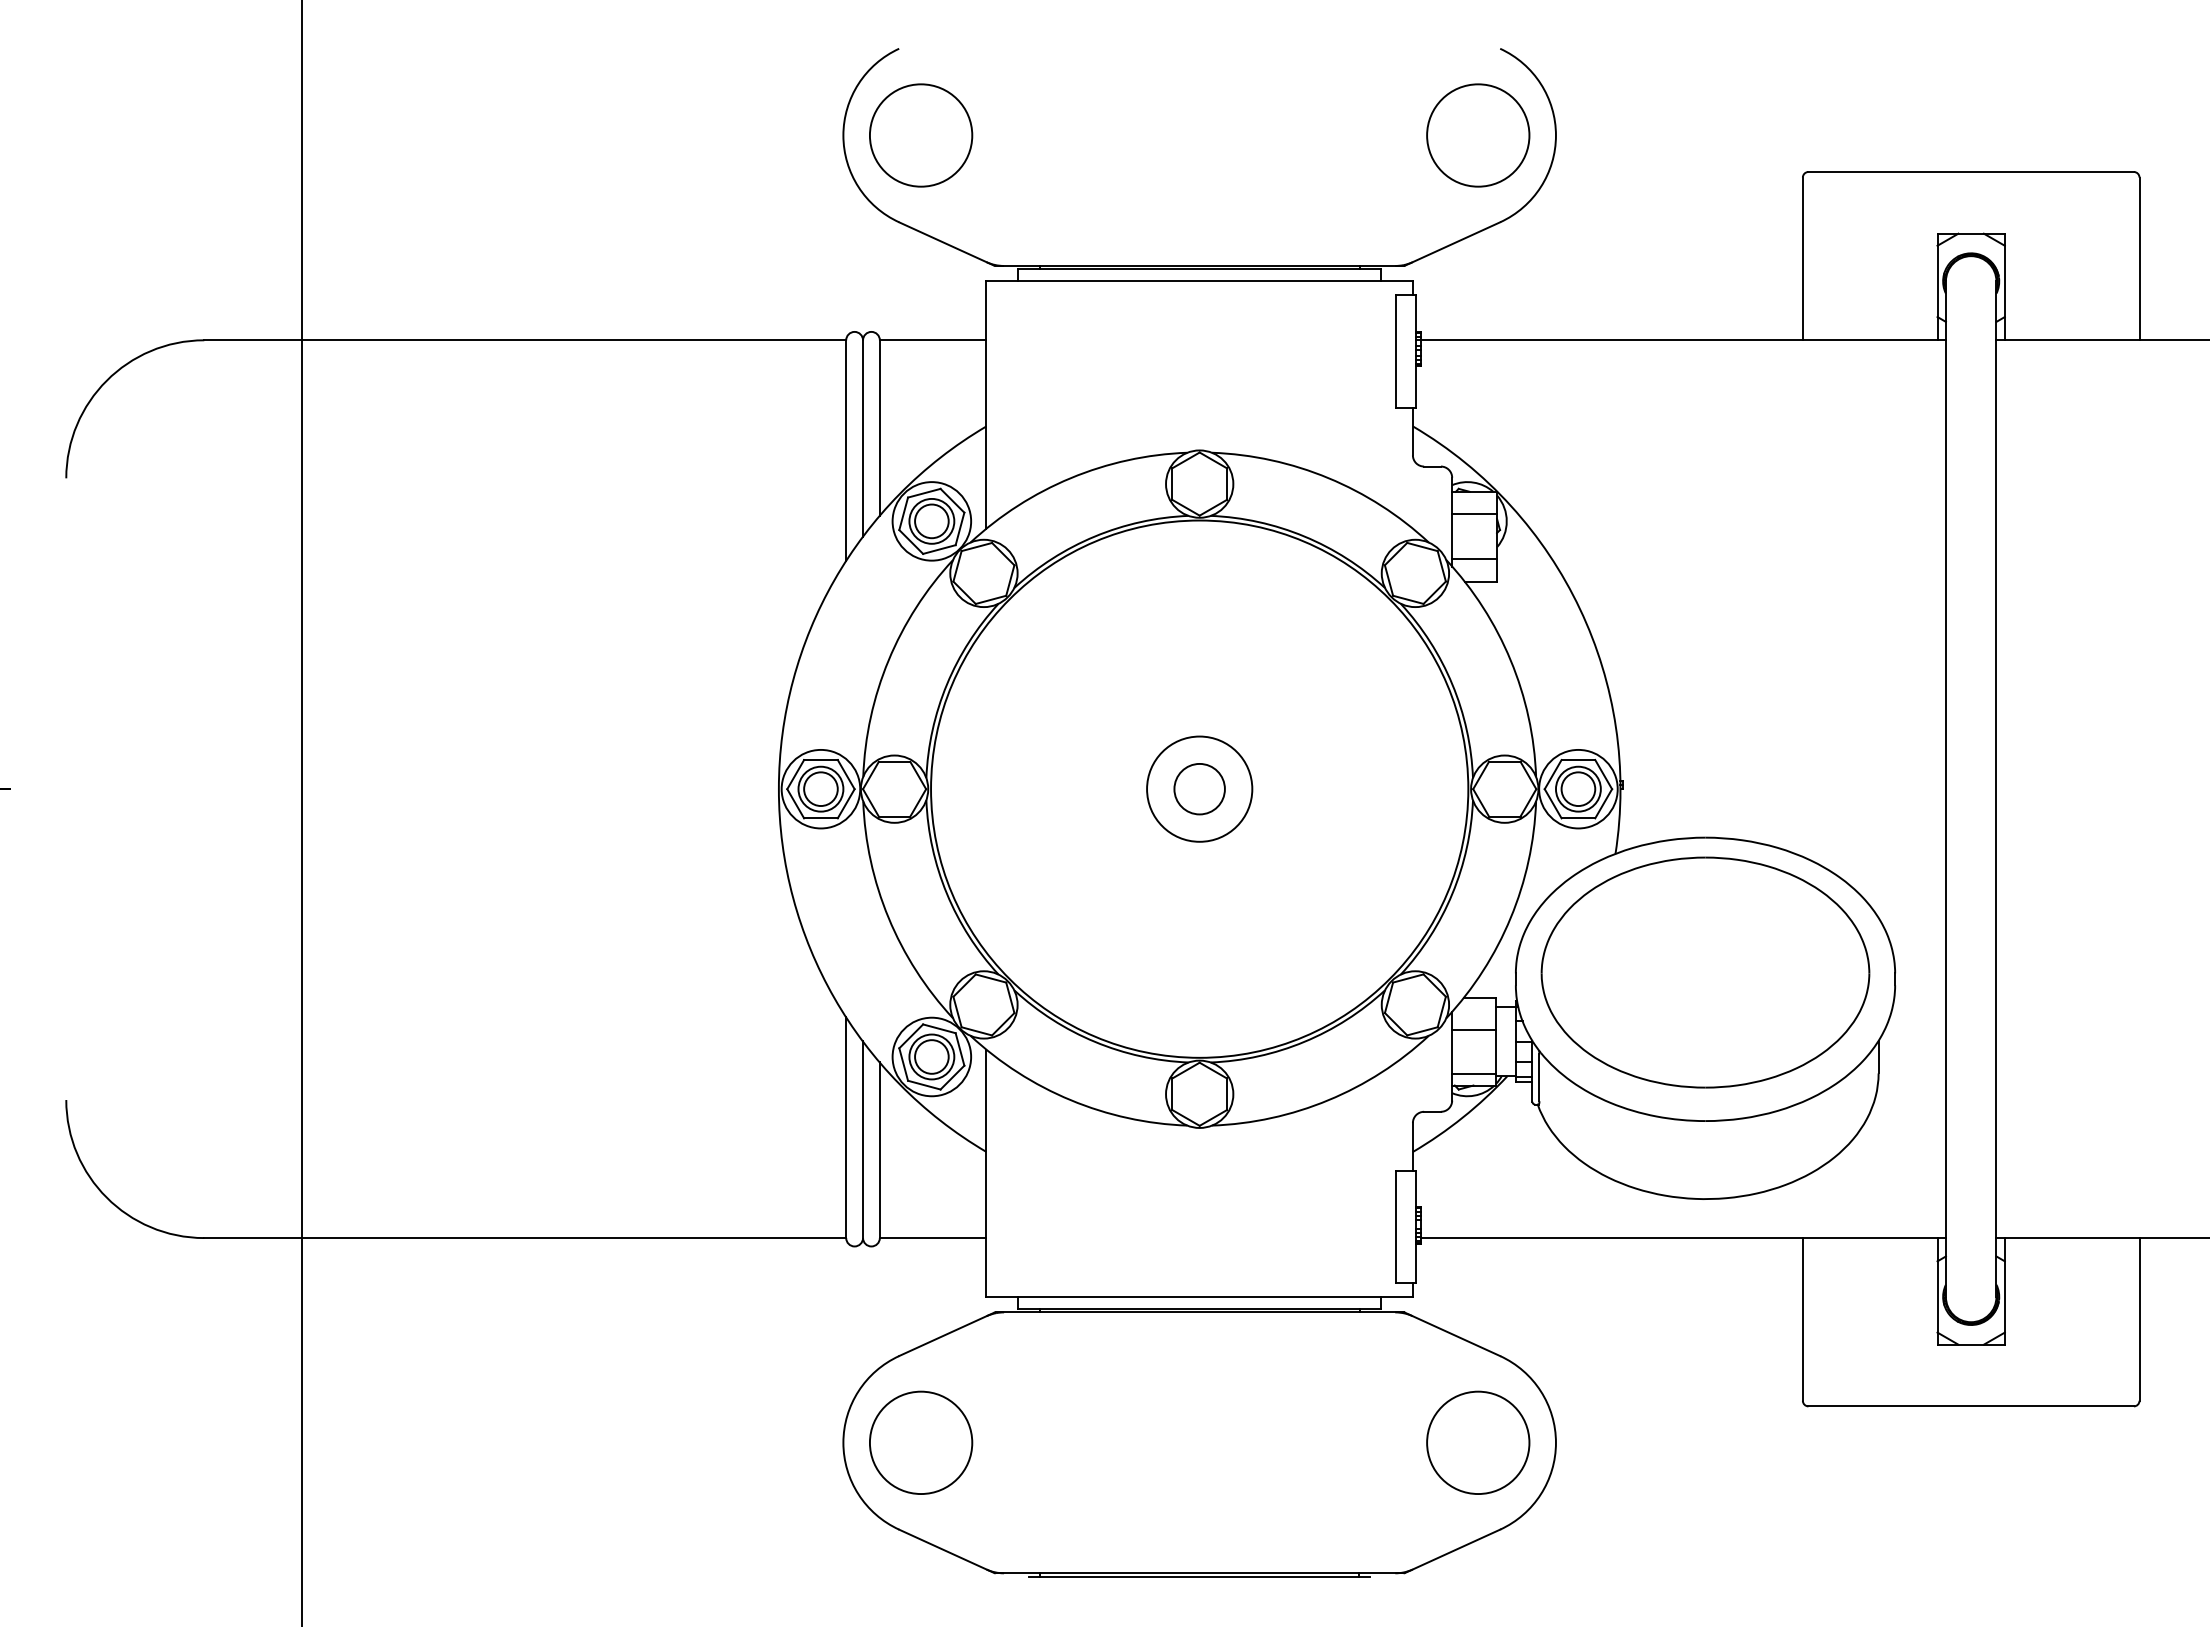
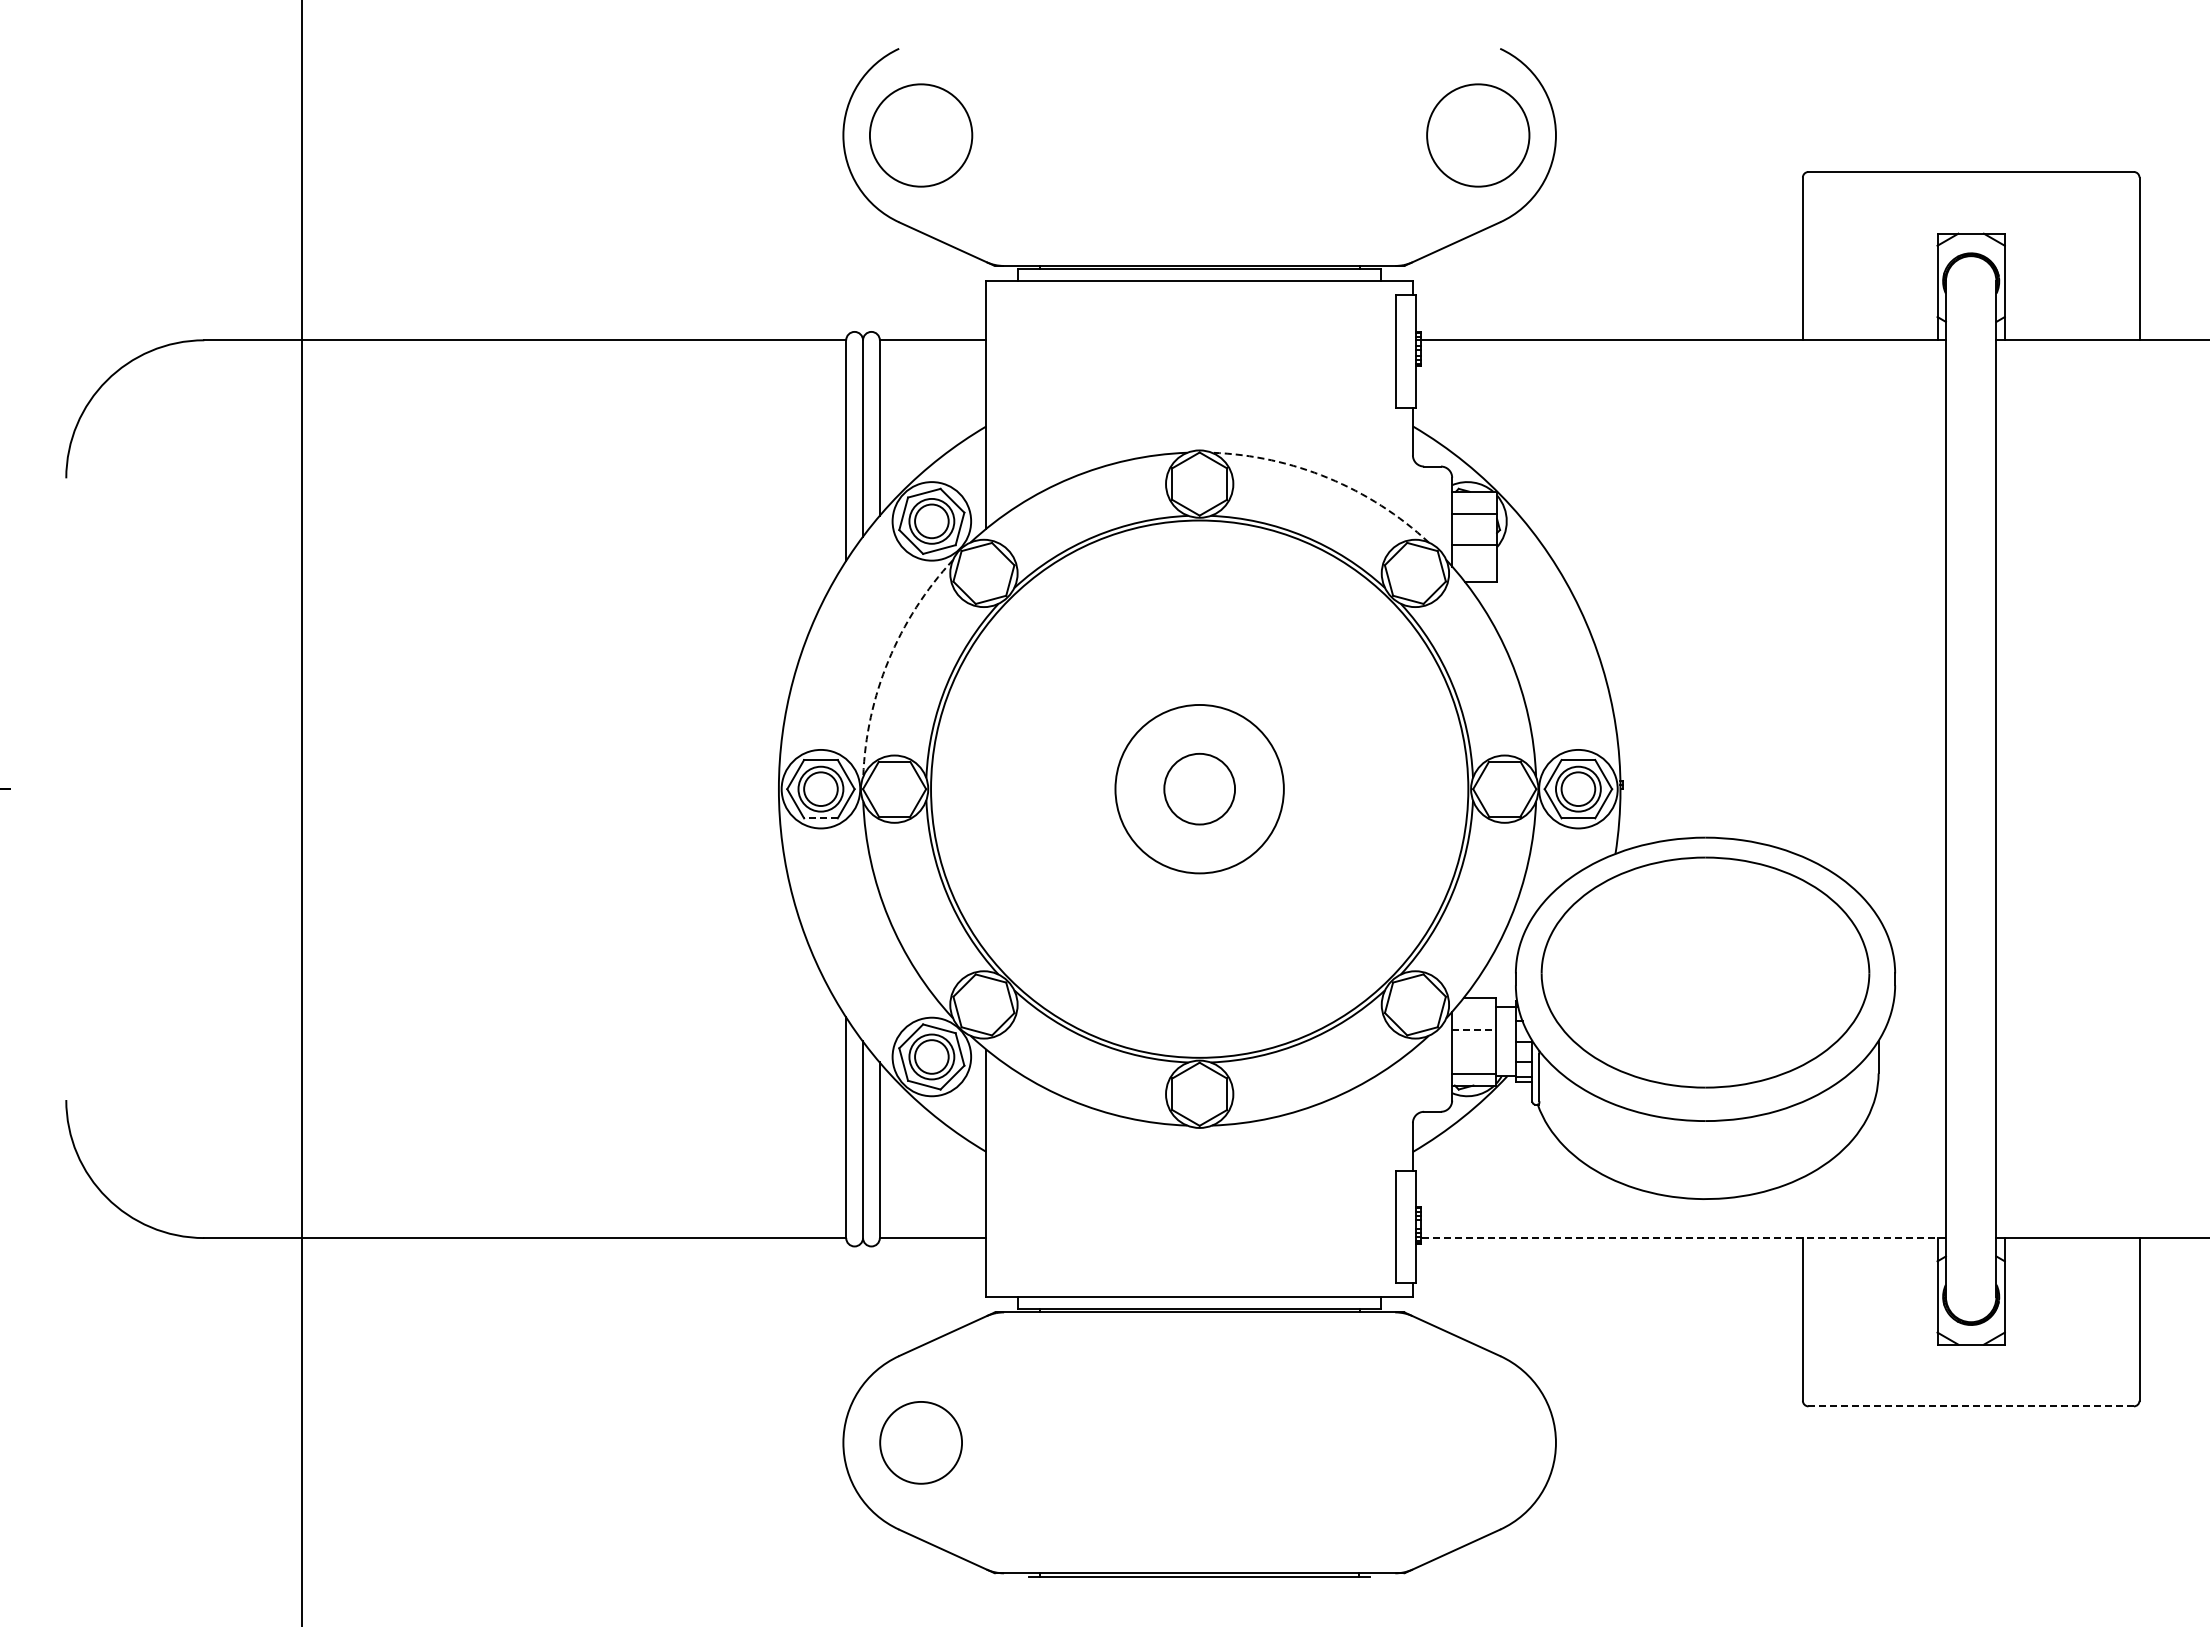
arc at (1328, 478): solid -> dashed
line at (1474, 559) position: (1474, 559) -> (1474, 545)
arc at (888, 660): solid -> dashed
circle at (1199, 788) diameter: 105 px -> 168 px
circle at (1199, 788) diameter: 50 px -> 71 px
line at (820, 818): solid -> dashed
line at (1474, 1029): solid -> dashed
line at (1683, 1238): solid -> dashed
line at (1971, 1406): solid -> dashed
circle at (920, 1442) diameter: 102 px -> 82 px
circle at (1478, 1442): present -> none
